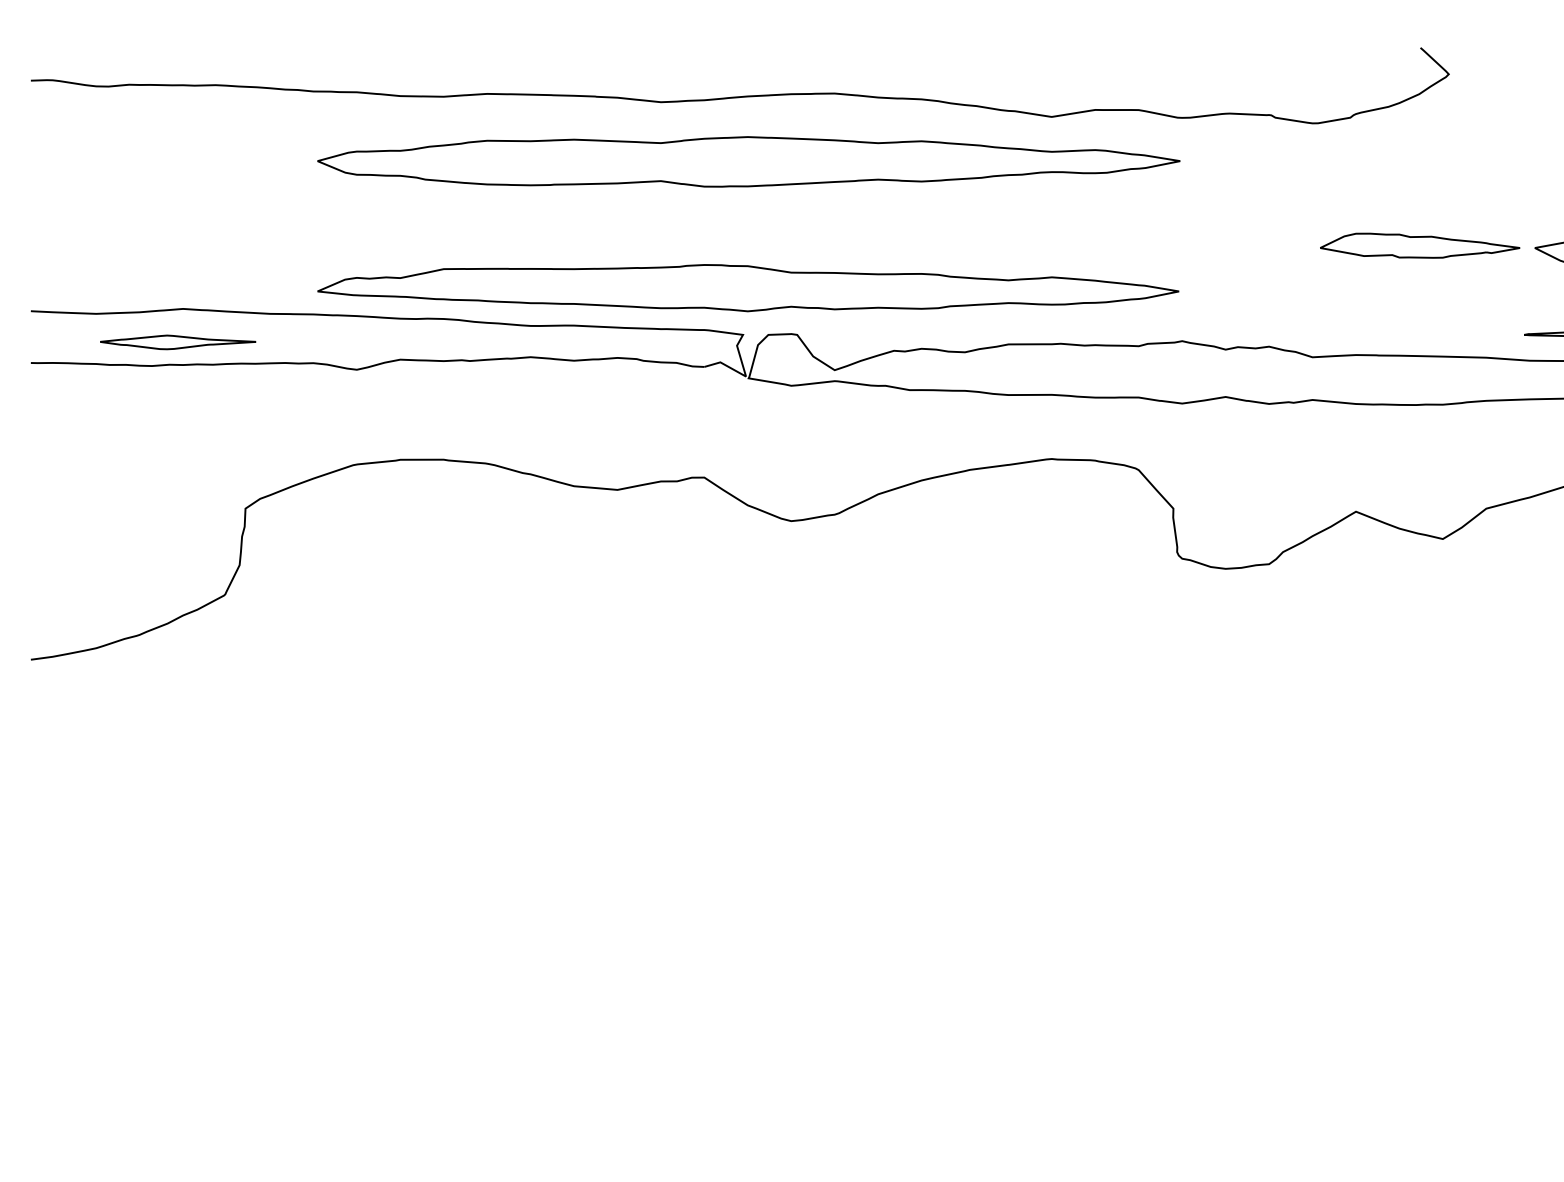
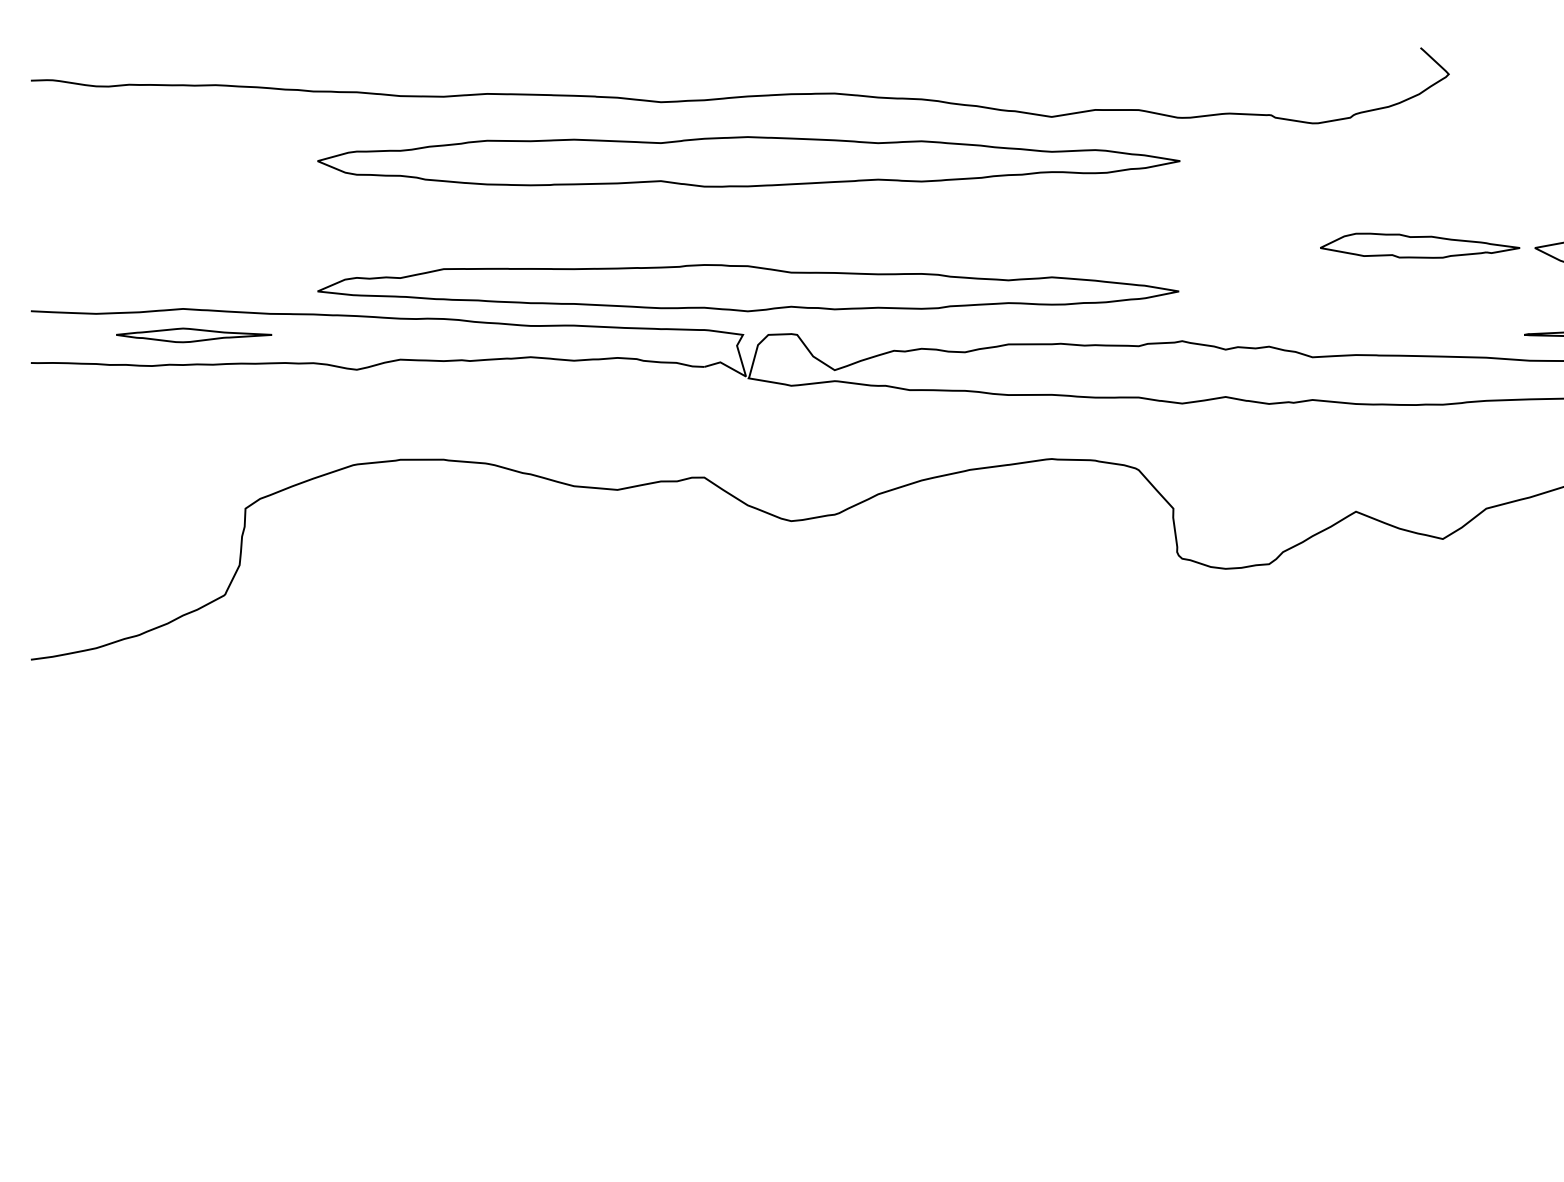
part at (178, 342) position: (178, 342) -> (194, 335)
